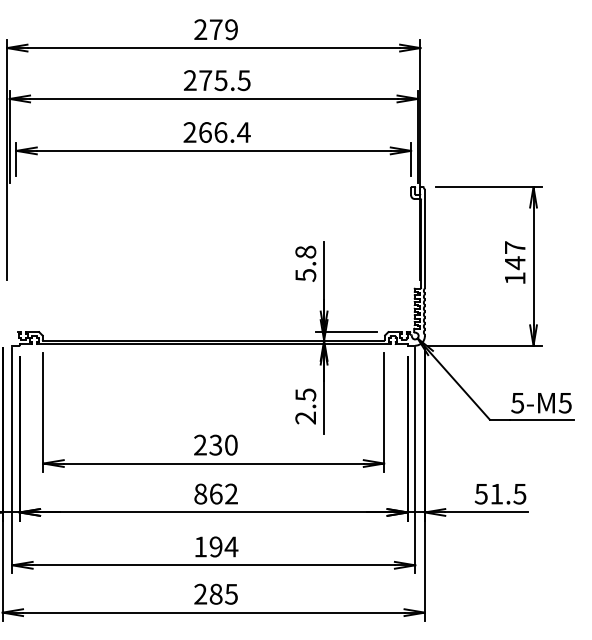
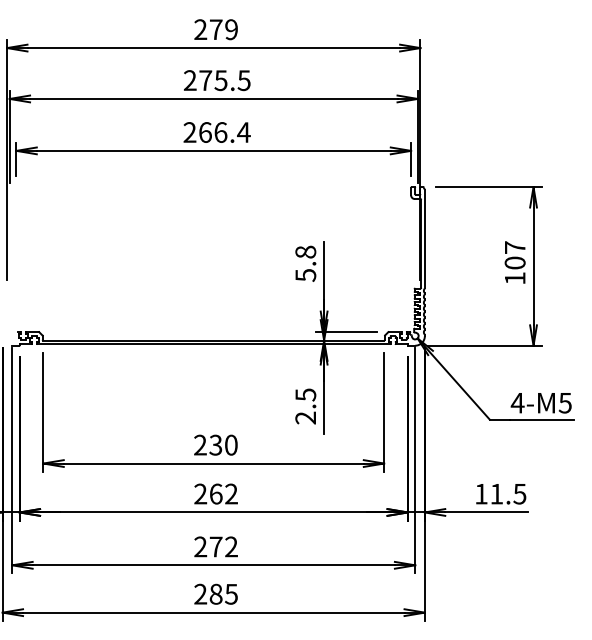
text at (514, 263): 147 -> 107
text at (517, 403): 5-M5 -> 4-M5
text at (200, 493): 862 -> 262
text at (480, 494): 51.5 -> 11.5
text at (216, 546): 194 -> 272
